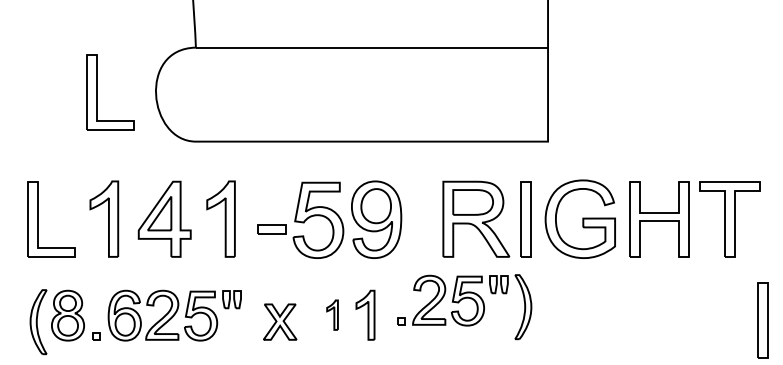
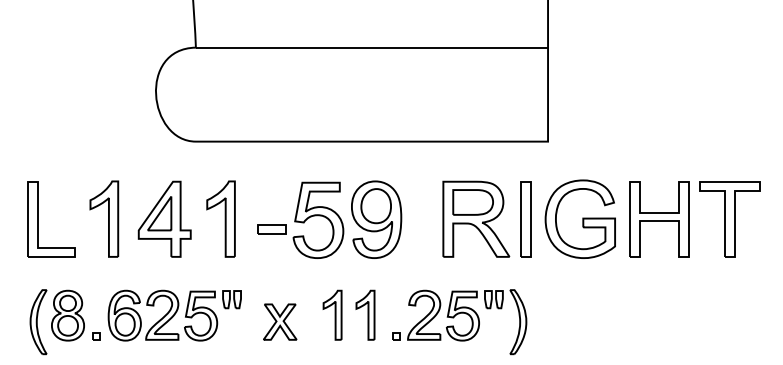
part at (97, 92): present -> none
part at (458, 310) position: (458, 310) -> (453, 325)
part at (332, 314) size: 13x32 px -> 21x52 px
part at (762, 320): present -> none
